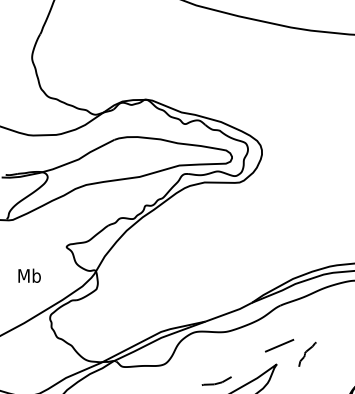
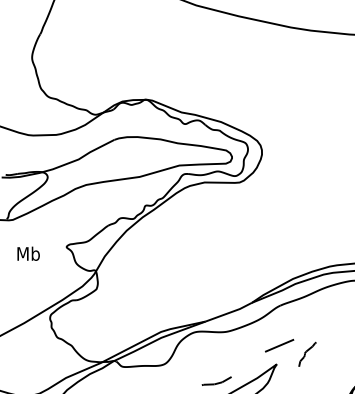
text at (29, 275) position: (29, 275) -> (28, 253)
